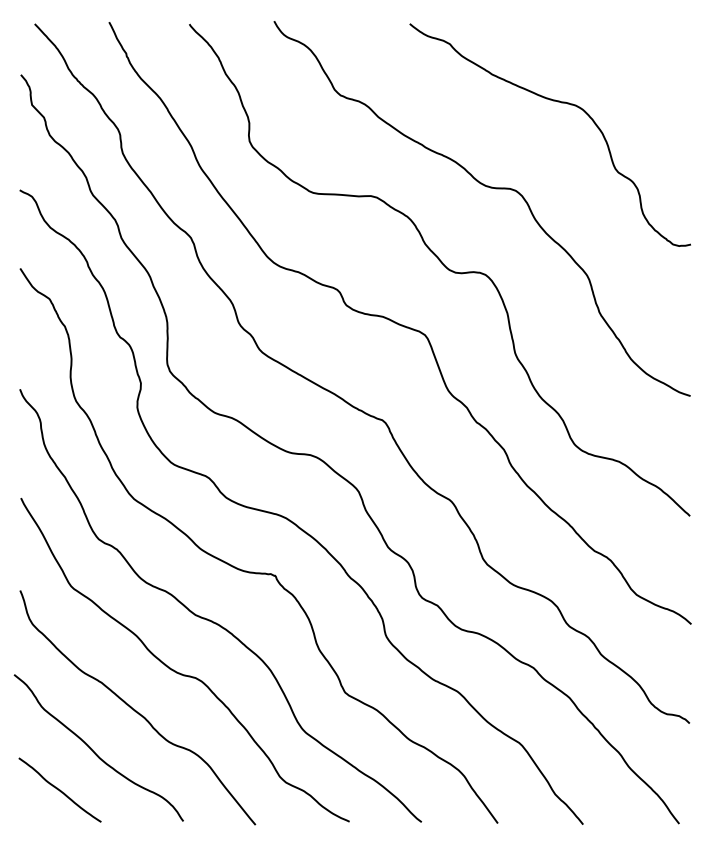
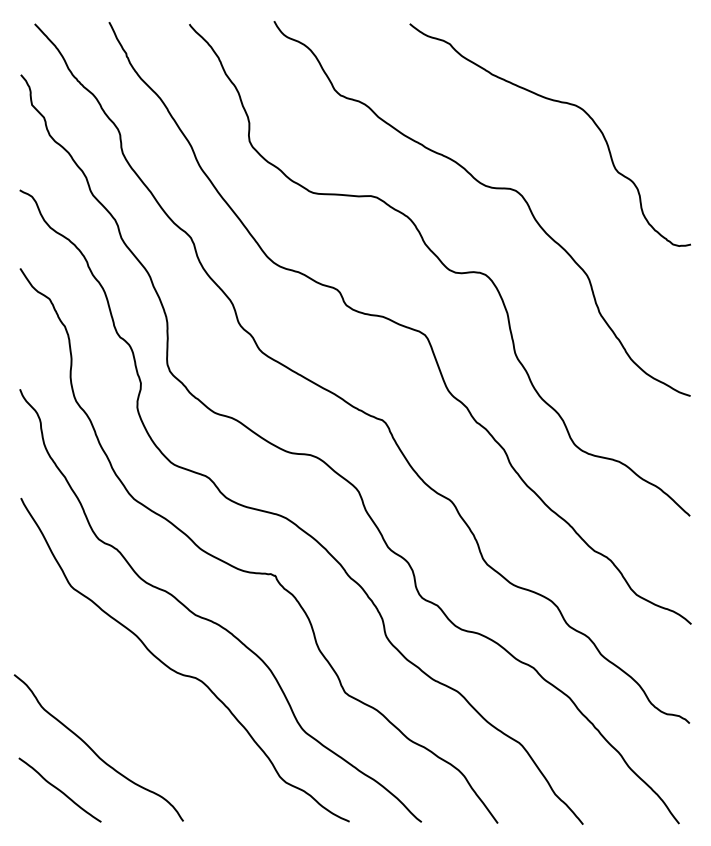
curve at (135, 709): present -> none
